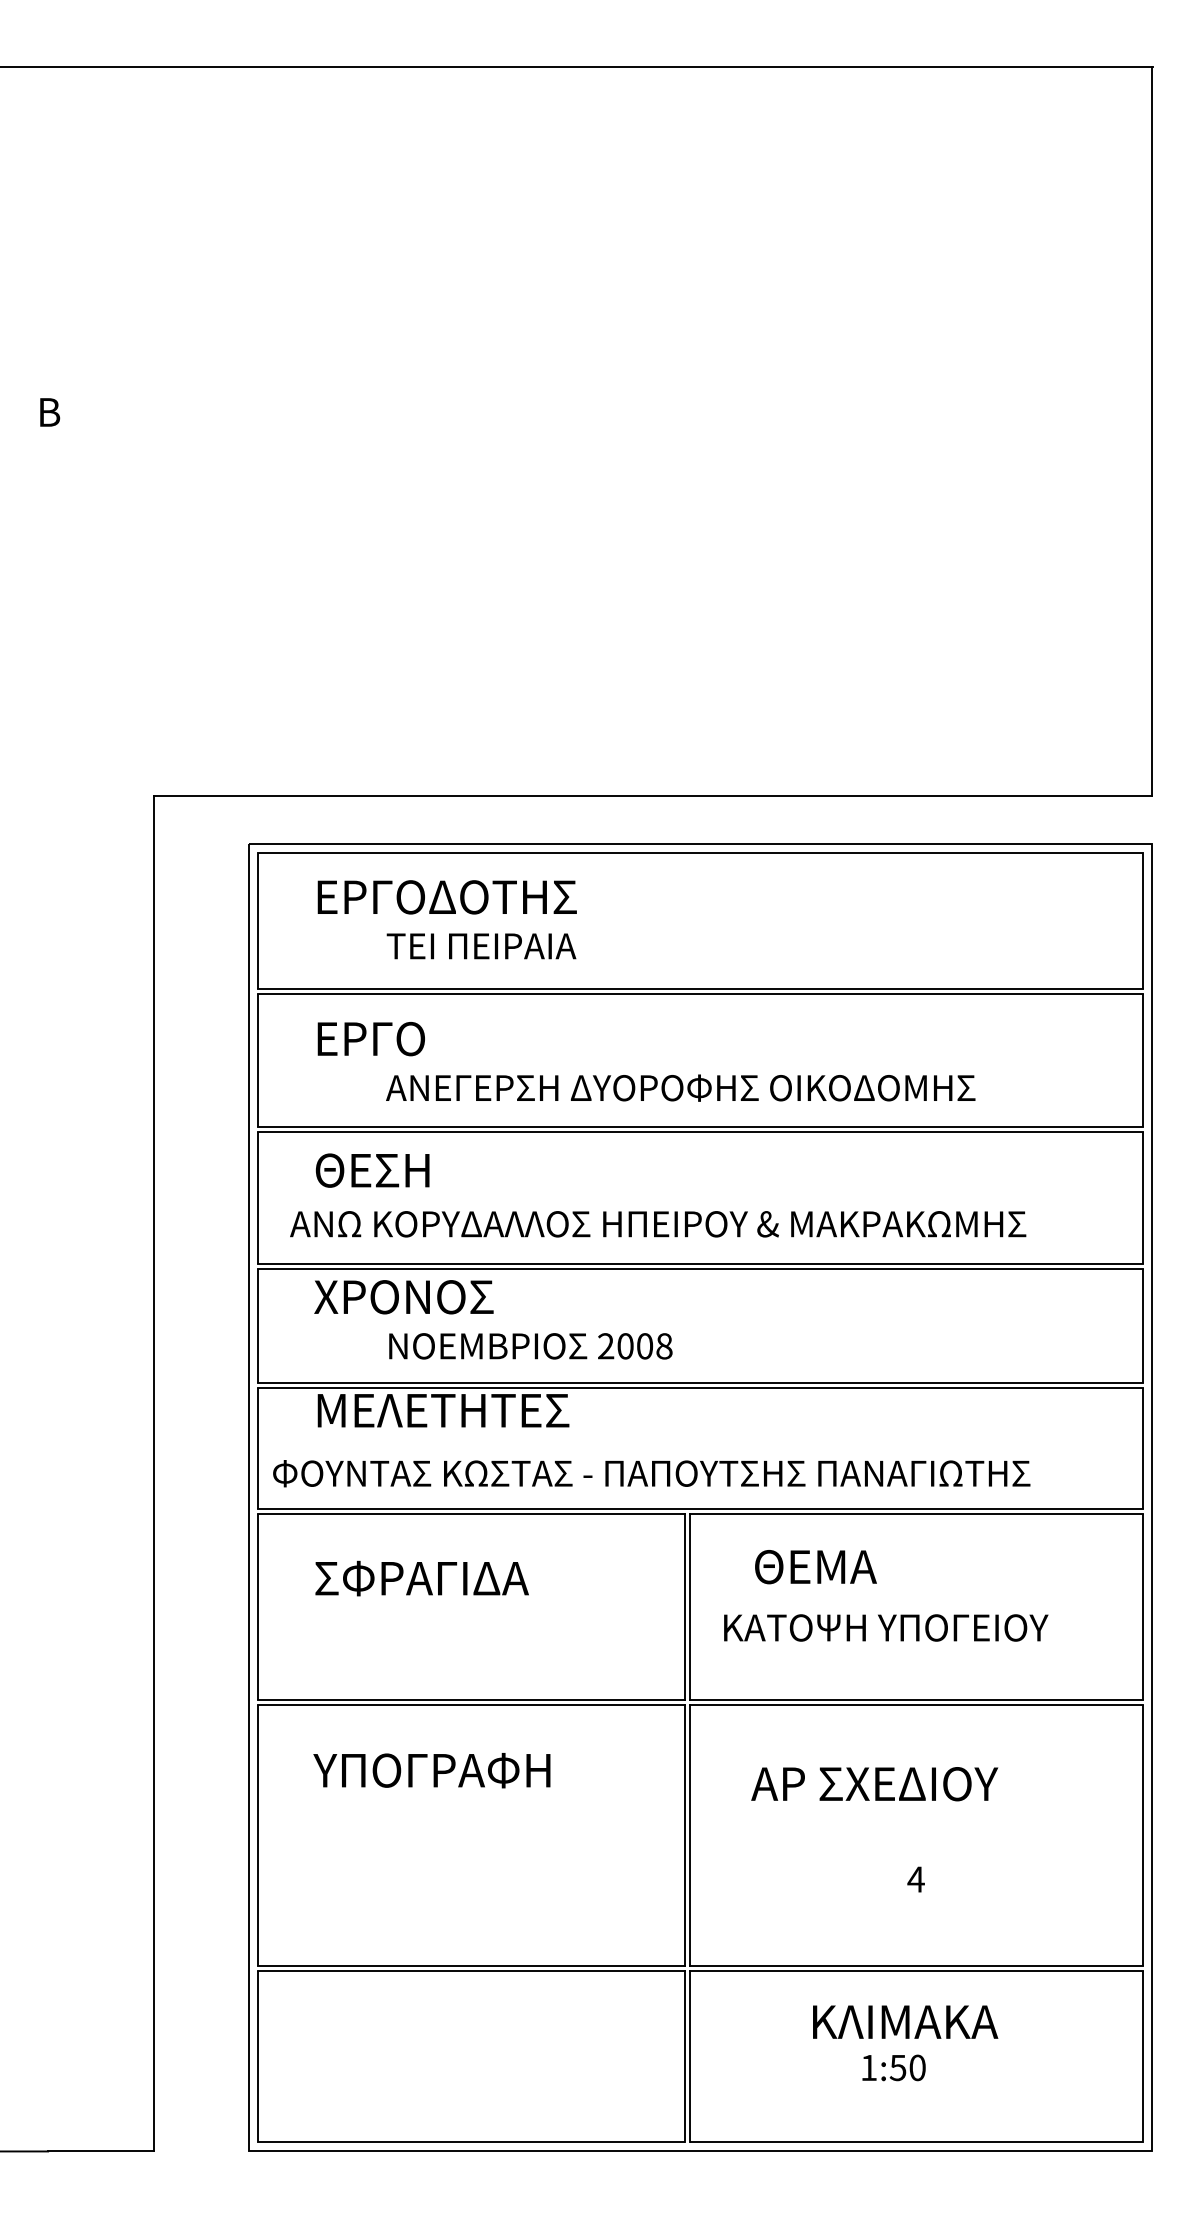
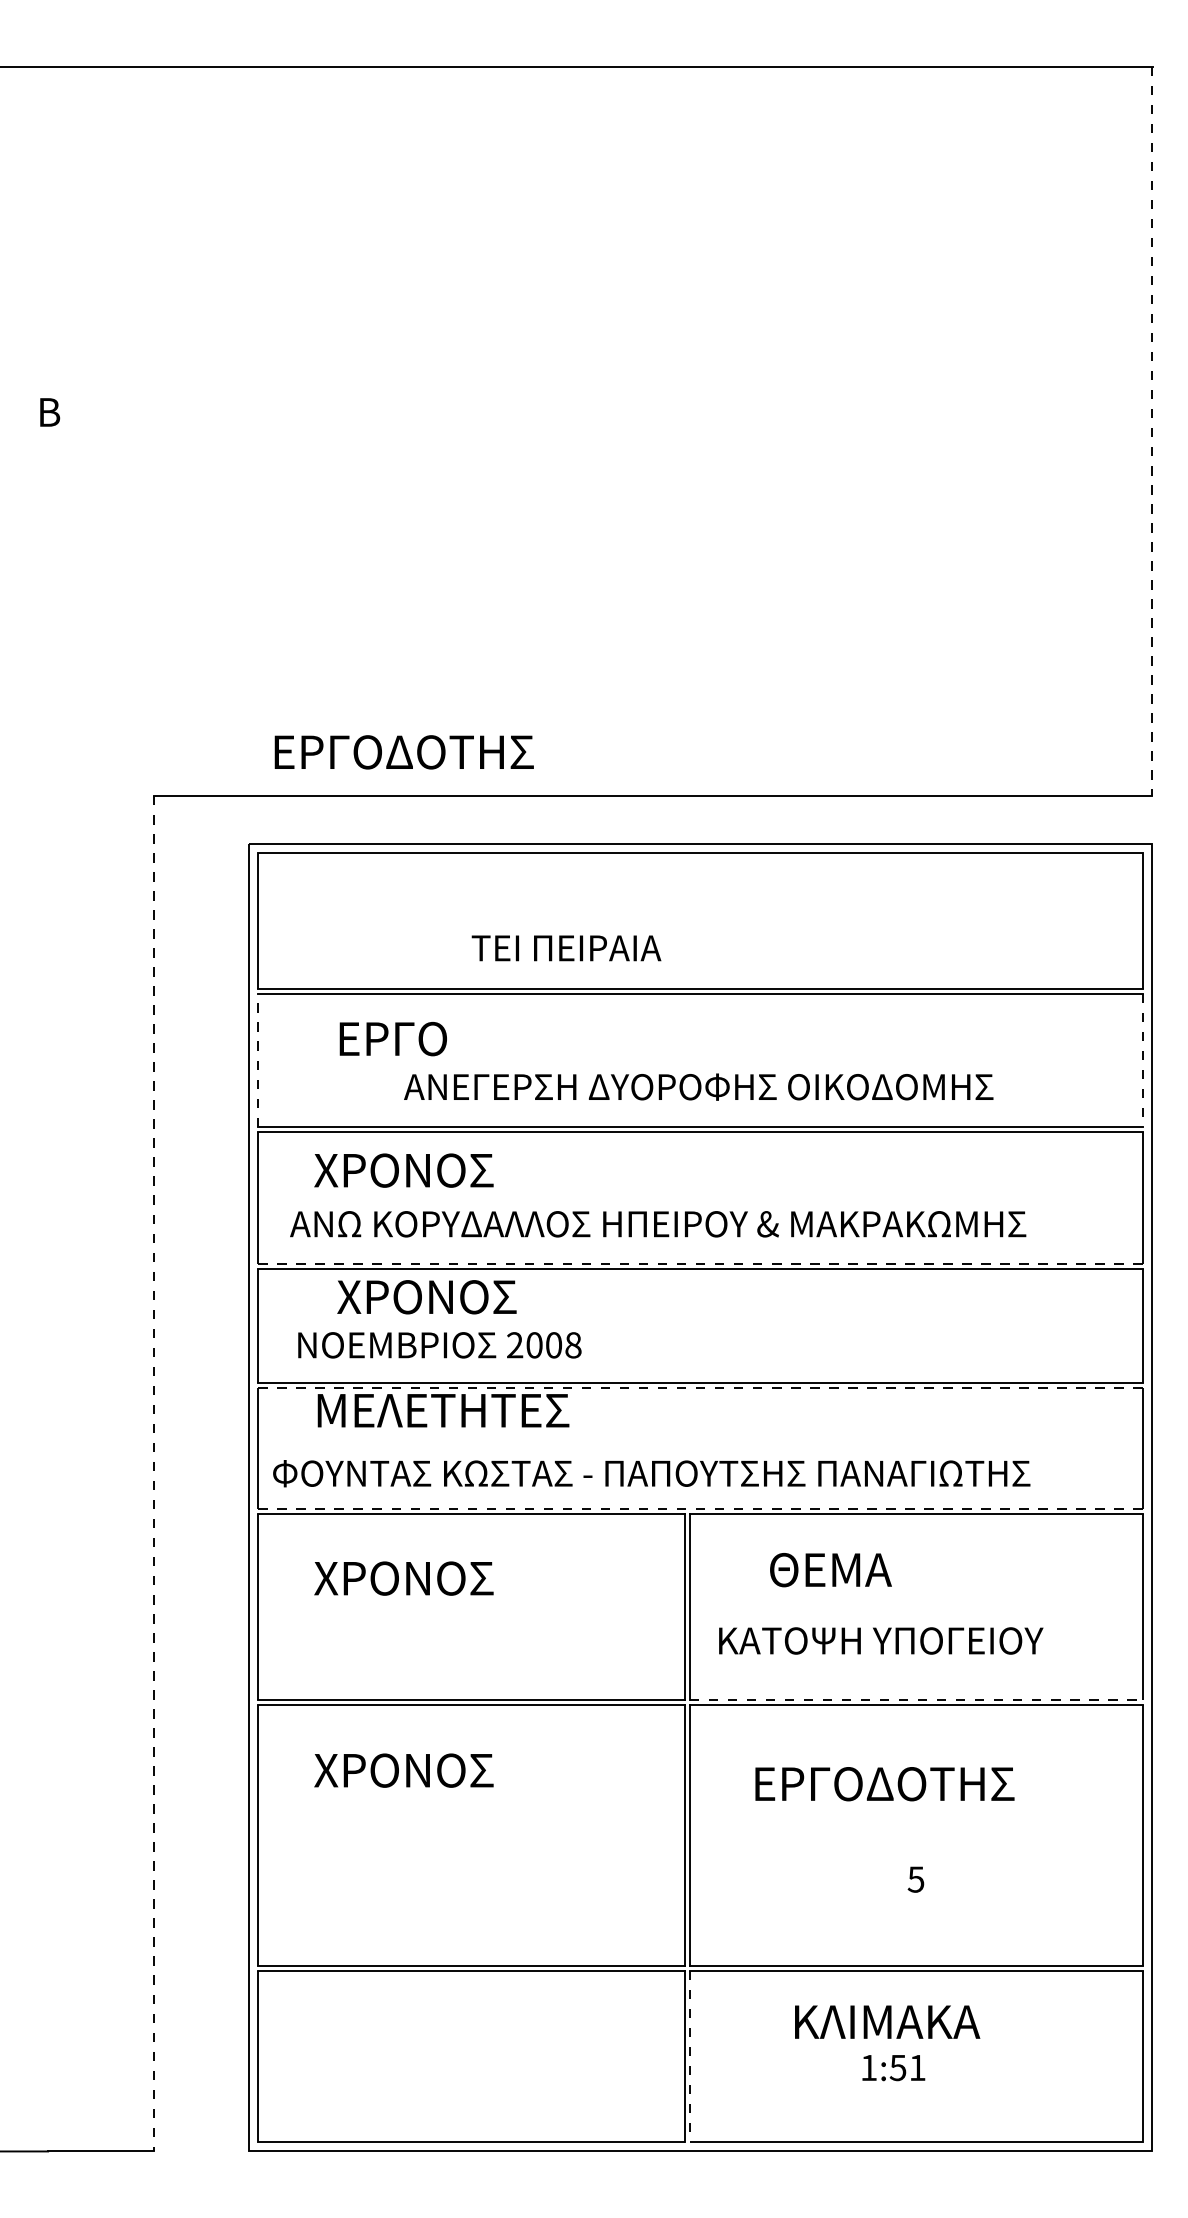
line at (1152, 431): solid -> dashed
text at (446, 897) position: (446, 897) -> (403, 752)
text at (481, 946) position: (481, 946) -> (566, 948)
text at (370, 1039) position: (370, 1039) -> (392, 1039)
line at (258, 1060): solid -> dashed
line at (1142, 1060): solid -> dashed
text at (680, 1087) position: (680, 1087) -> (698, 1086)
text at (403, 1170): ΘΕΣΗ -> ΧΡΟΝΟΣ
line at (701, 1263): solid -> dashed
text at (403, 1297) position: (403, 1297) -> (426, 1297)
text at (530, 1346) position: (530, 1346) -> (439, 1345)
line at (701, 1387): solid -> dashed
line at (153, 1473): solid -> dashed
line at (700, 1508): solid -> dashed
text at (815, 1567) position: (815, 1567) -> (830, 1570)
text at (421, 1578): ΣΦΡΑΓΙΔΑ -> ΧΡΟΝΟΣ
text at (886, 1627) position: (886, 1627) -> (881, 1640)
line at (916, 1700): solid -> dashed
text at (431, 1770): ΥΠΟΓΡΑΦΗ -> ΧΡΟΝΟΣ
text at (882, 1784): AΡ ΣΧΕΔΙΟΥ -> ΕΡΓΟΔΟΤΗΣ
text at (915, 1879): 4 -> 5
text at (905, 2021) position: (905, 2021) -> (887, 2021)
line at (689, 2056): solid -> dashed
text at (917, 2067): 1:50 -> 1:51
